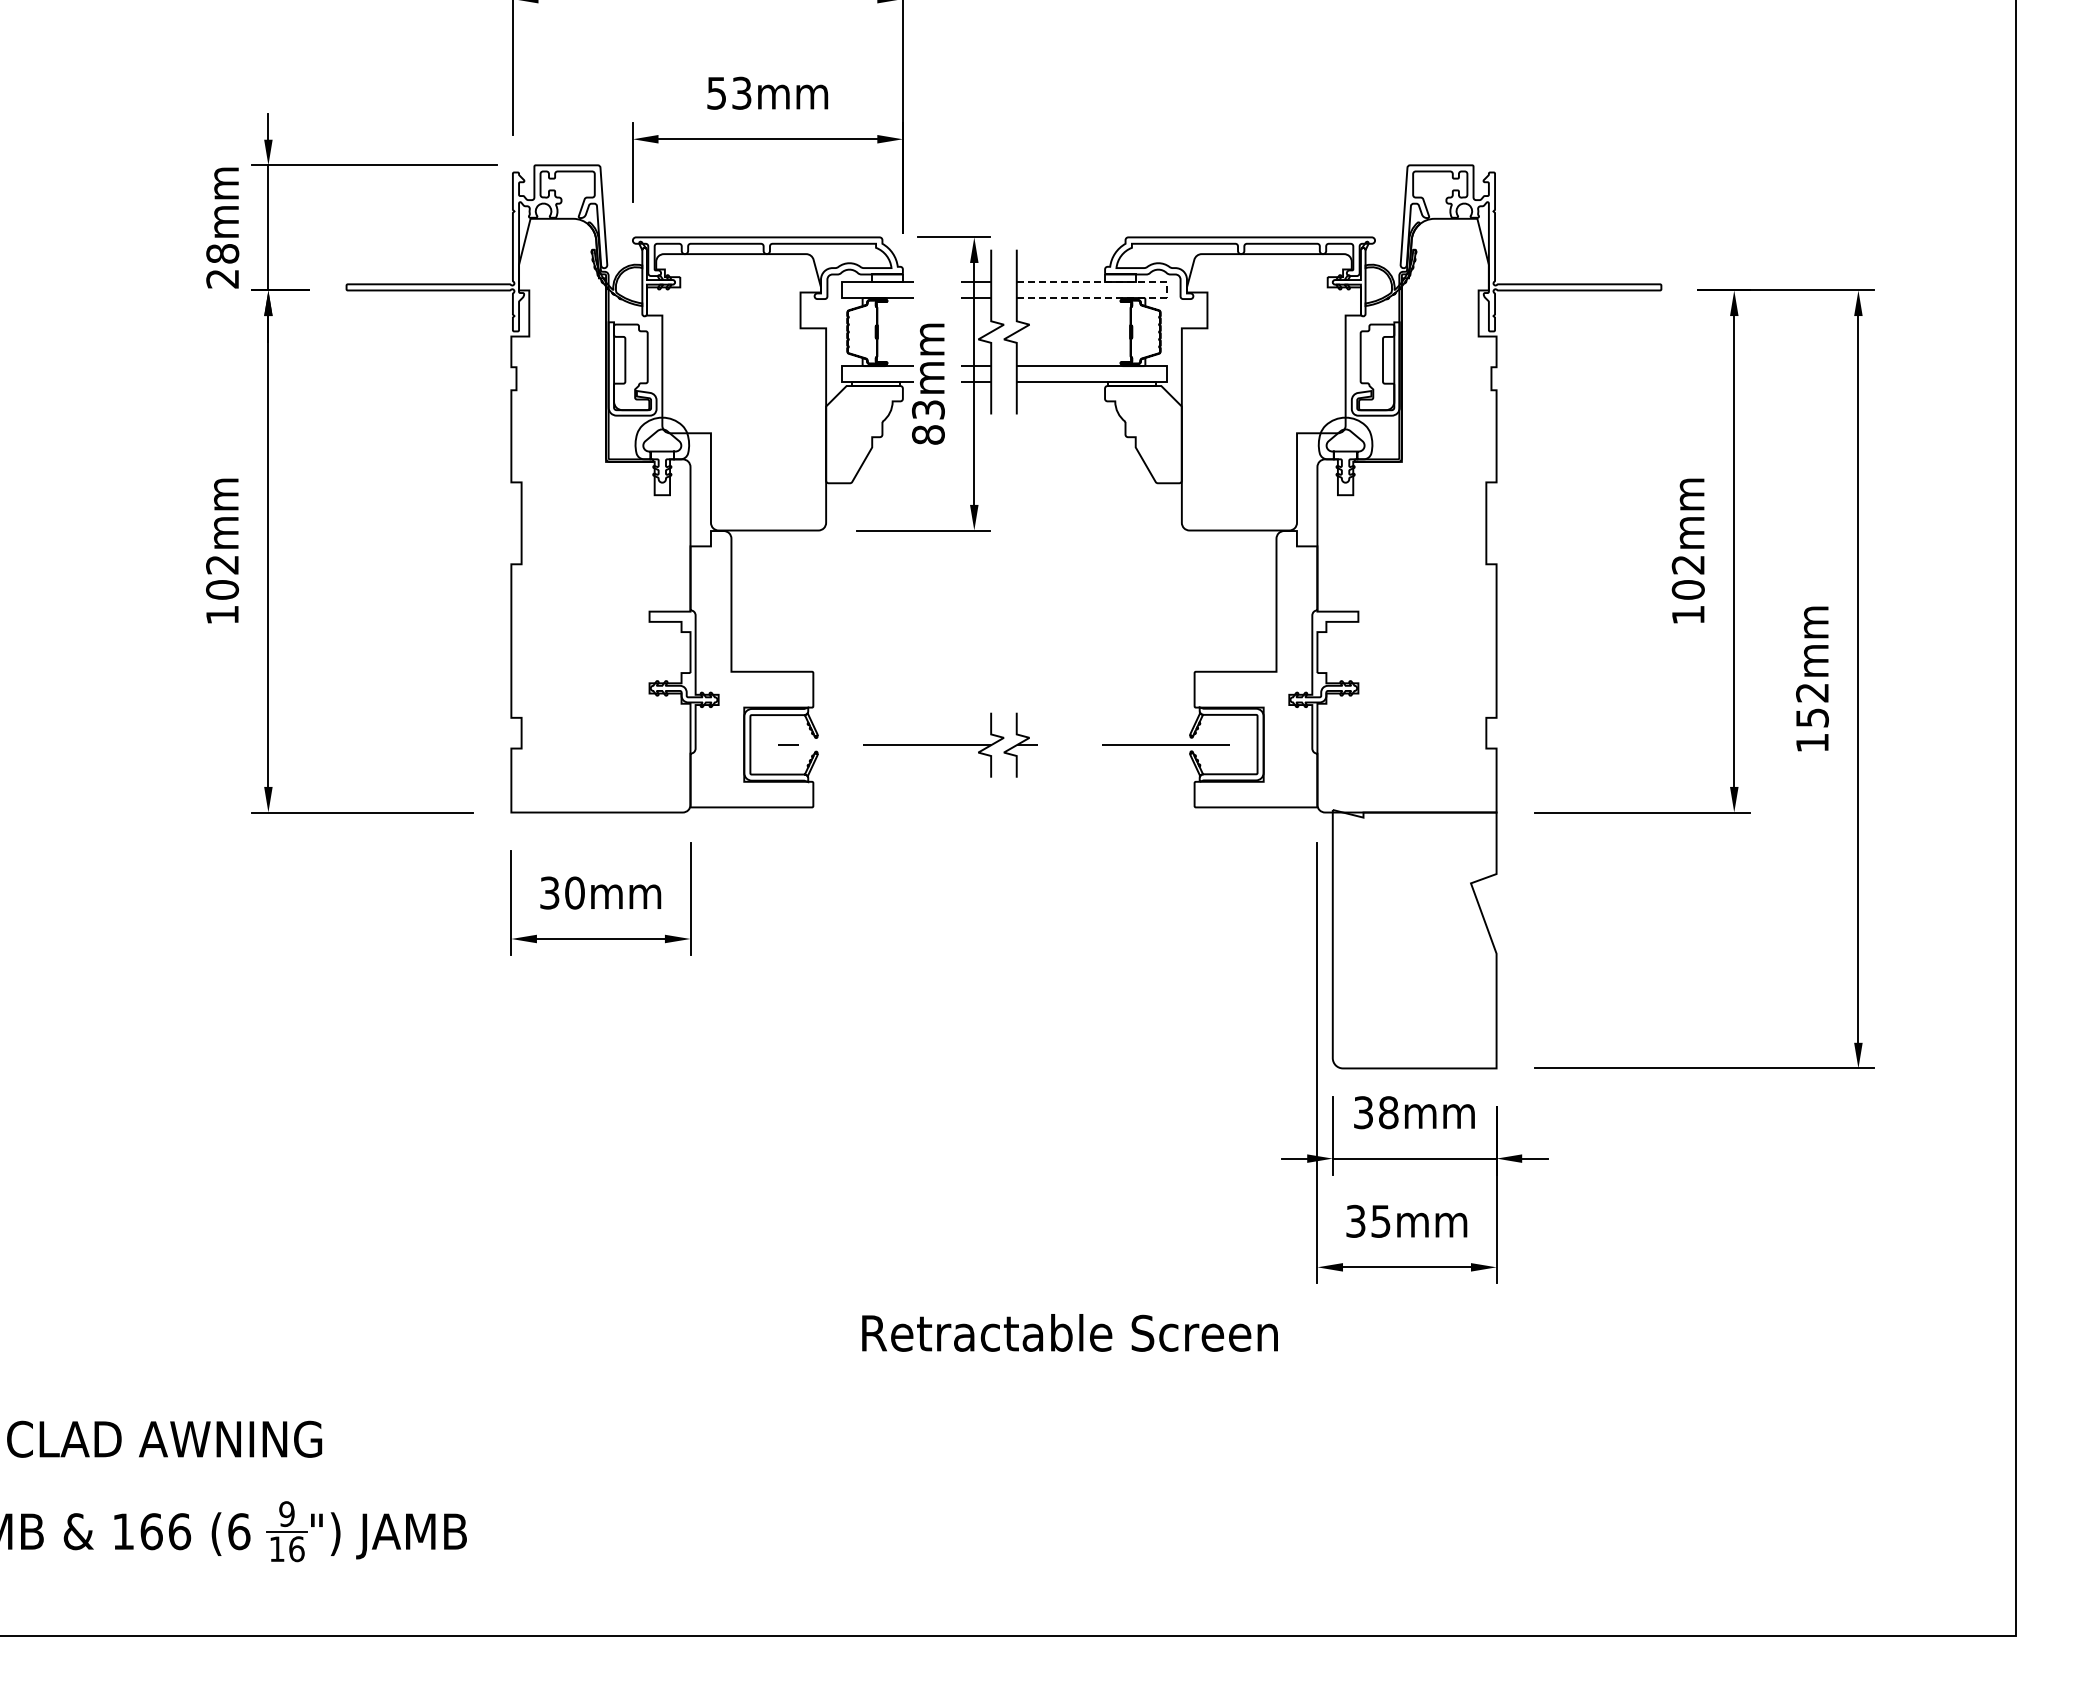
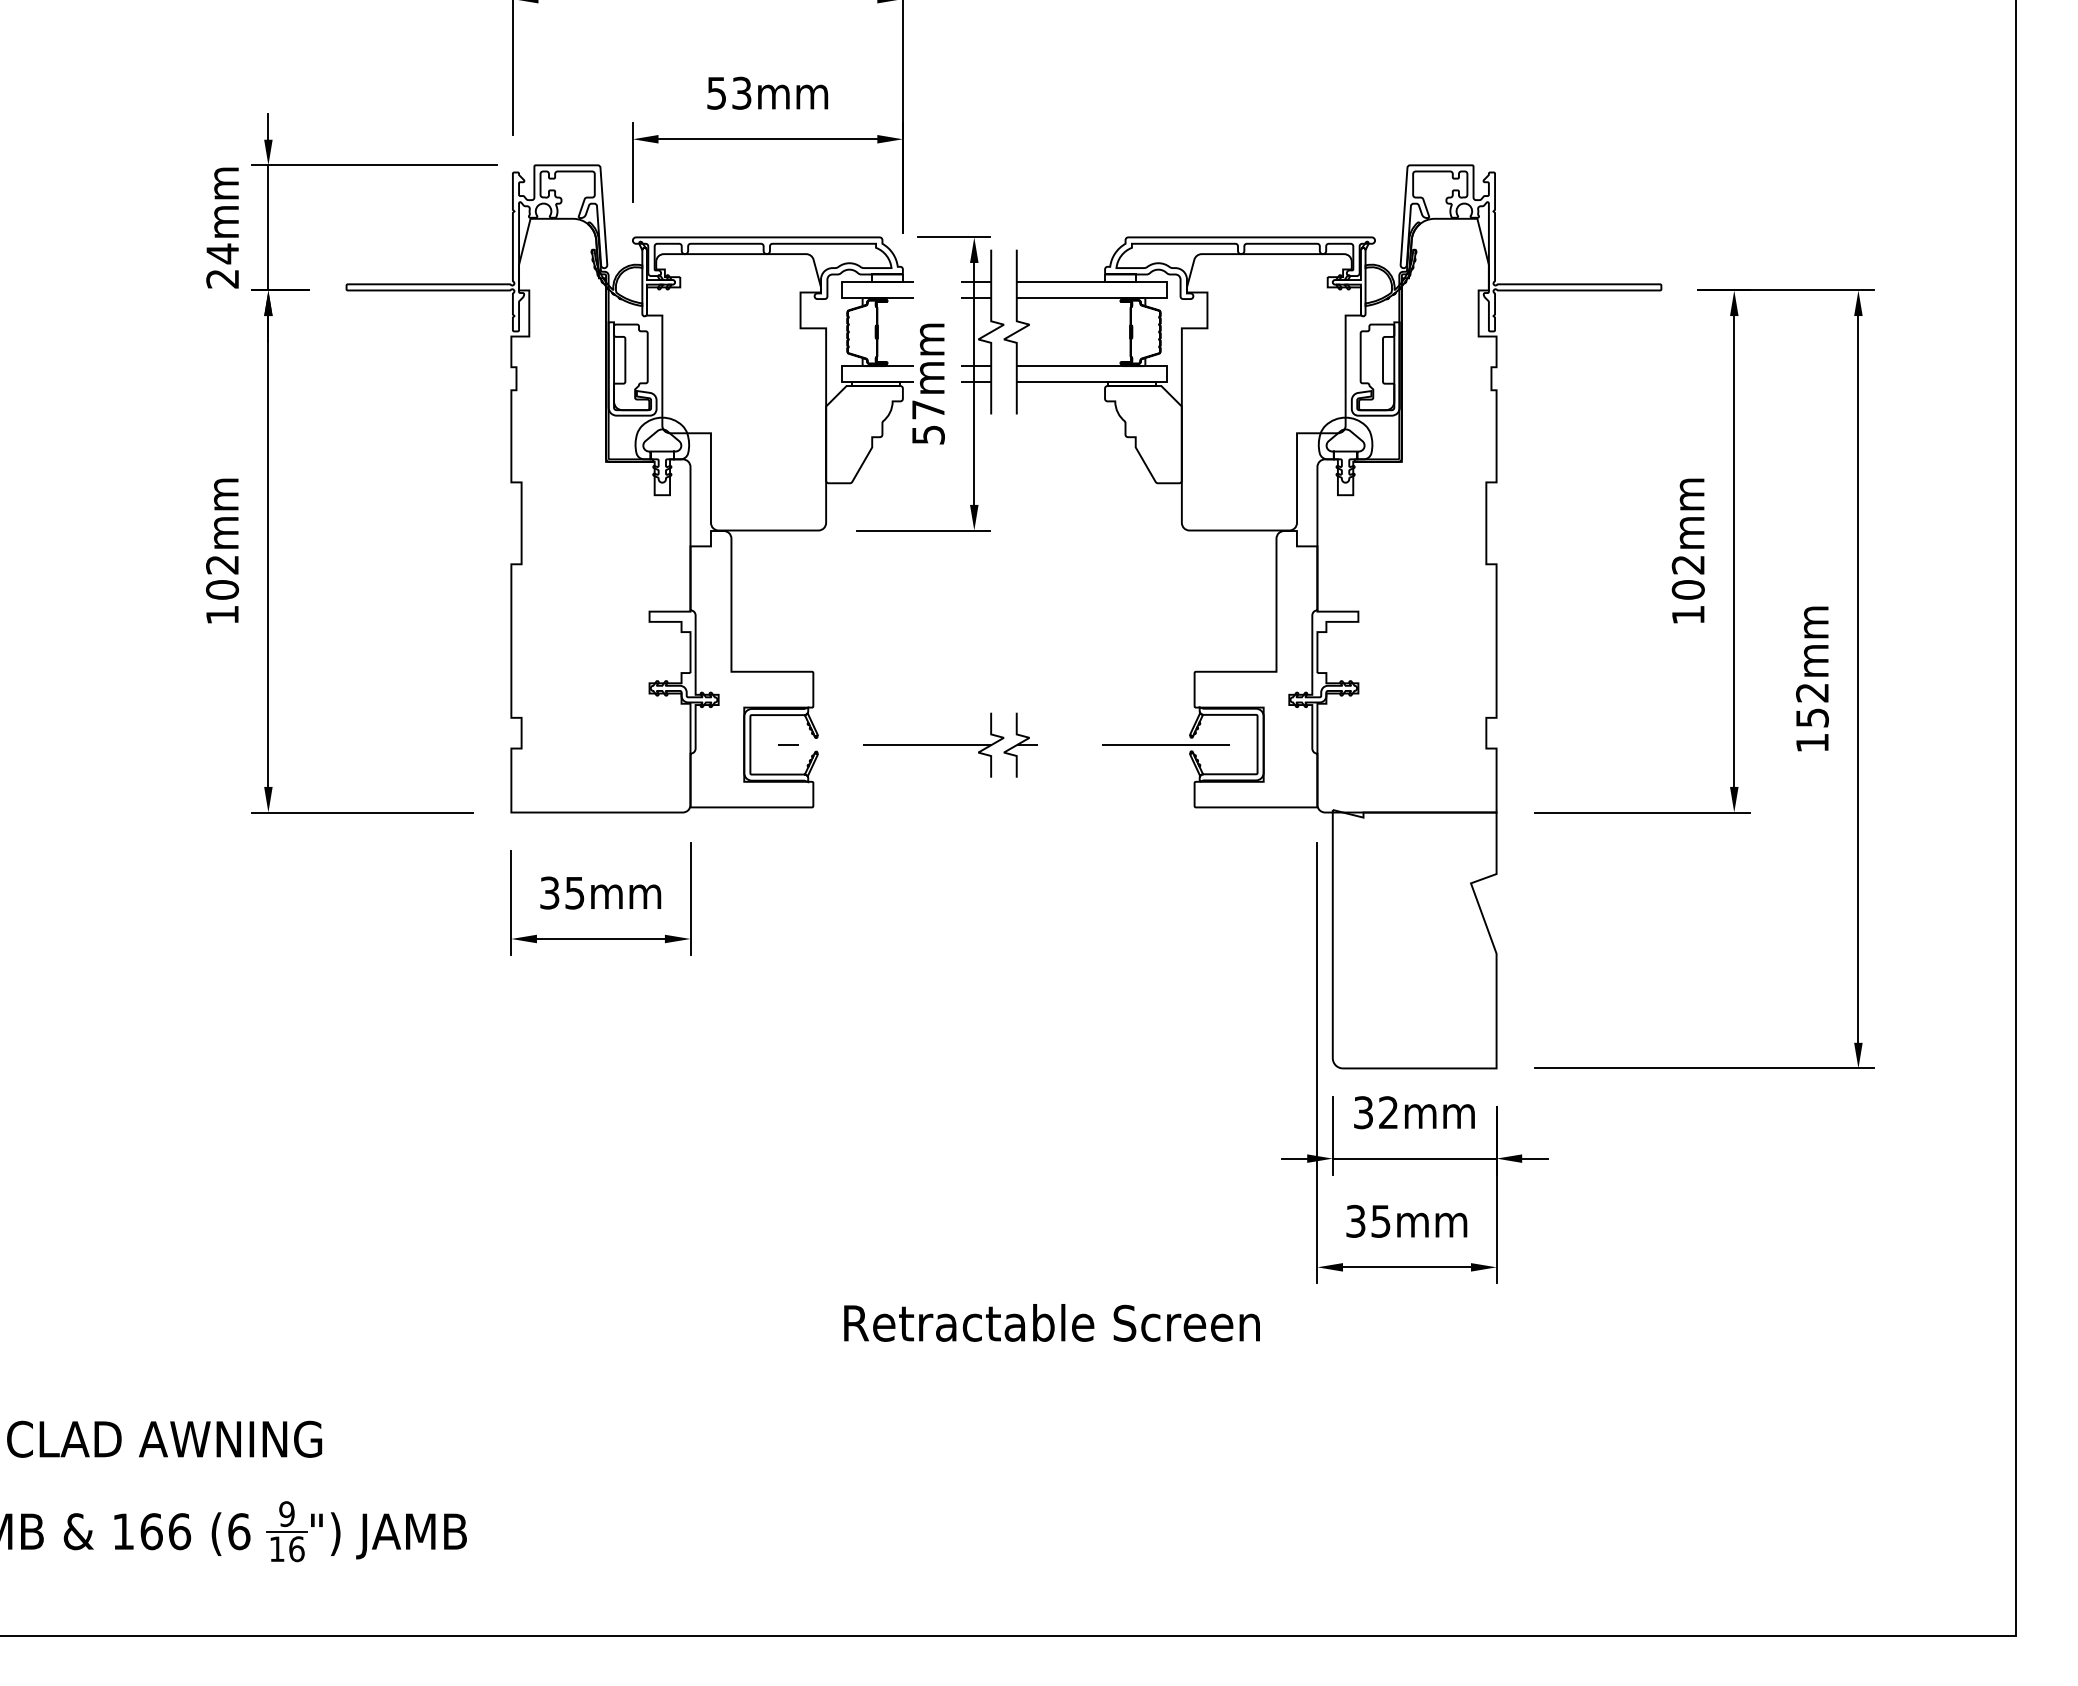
text at (222, 253): 28mm -> 24mm
line at (1166, 290): dashed -> solid
text at (927, 422): 83mm -> 57mm
text at (574, 892): 30mm -> 35mm
text at (1388, 1112): 38mm -> 32mm
text at (1069, 1332) position: (1069, 1332) -> (1051, 1322)
